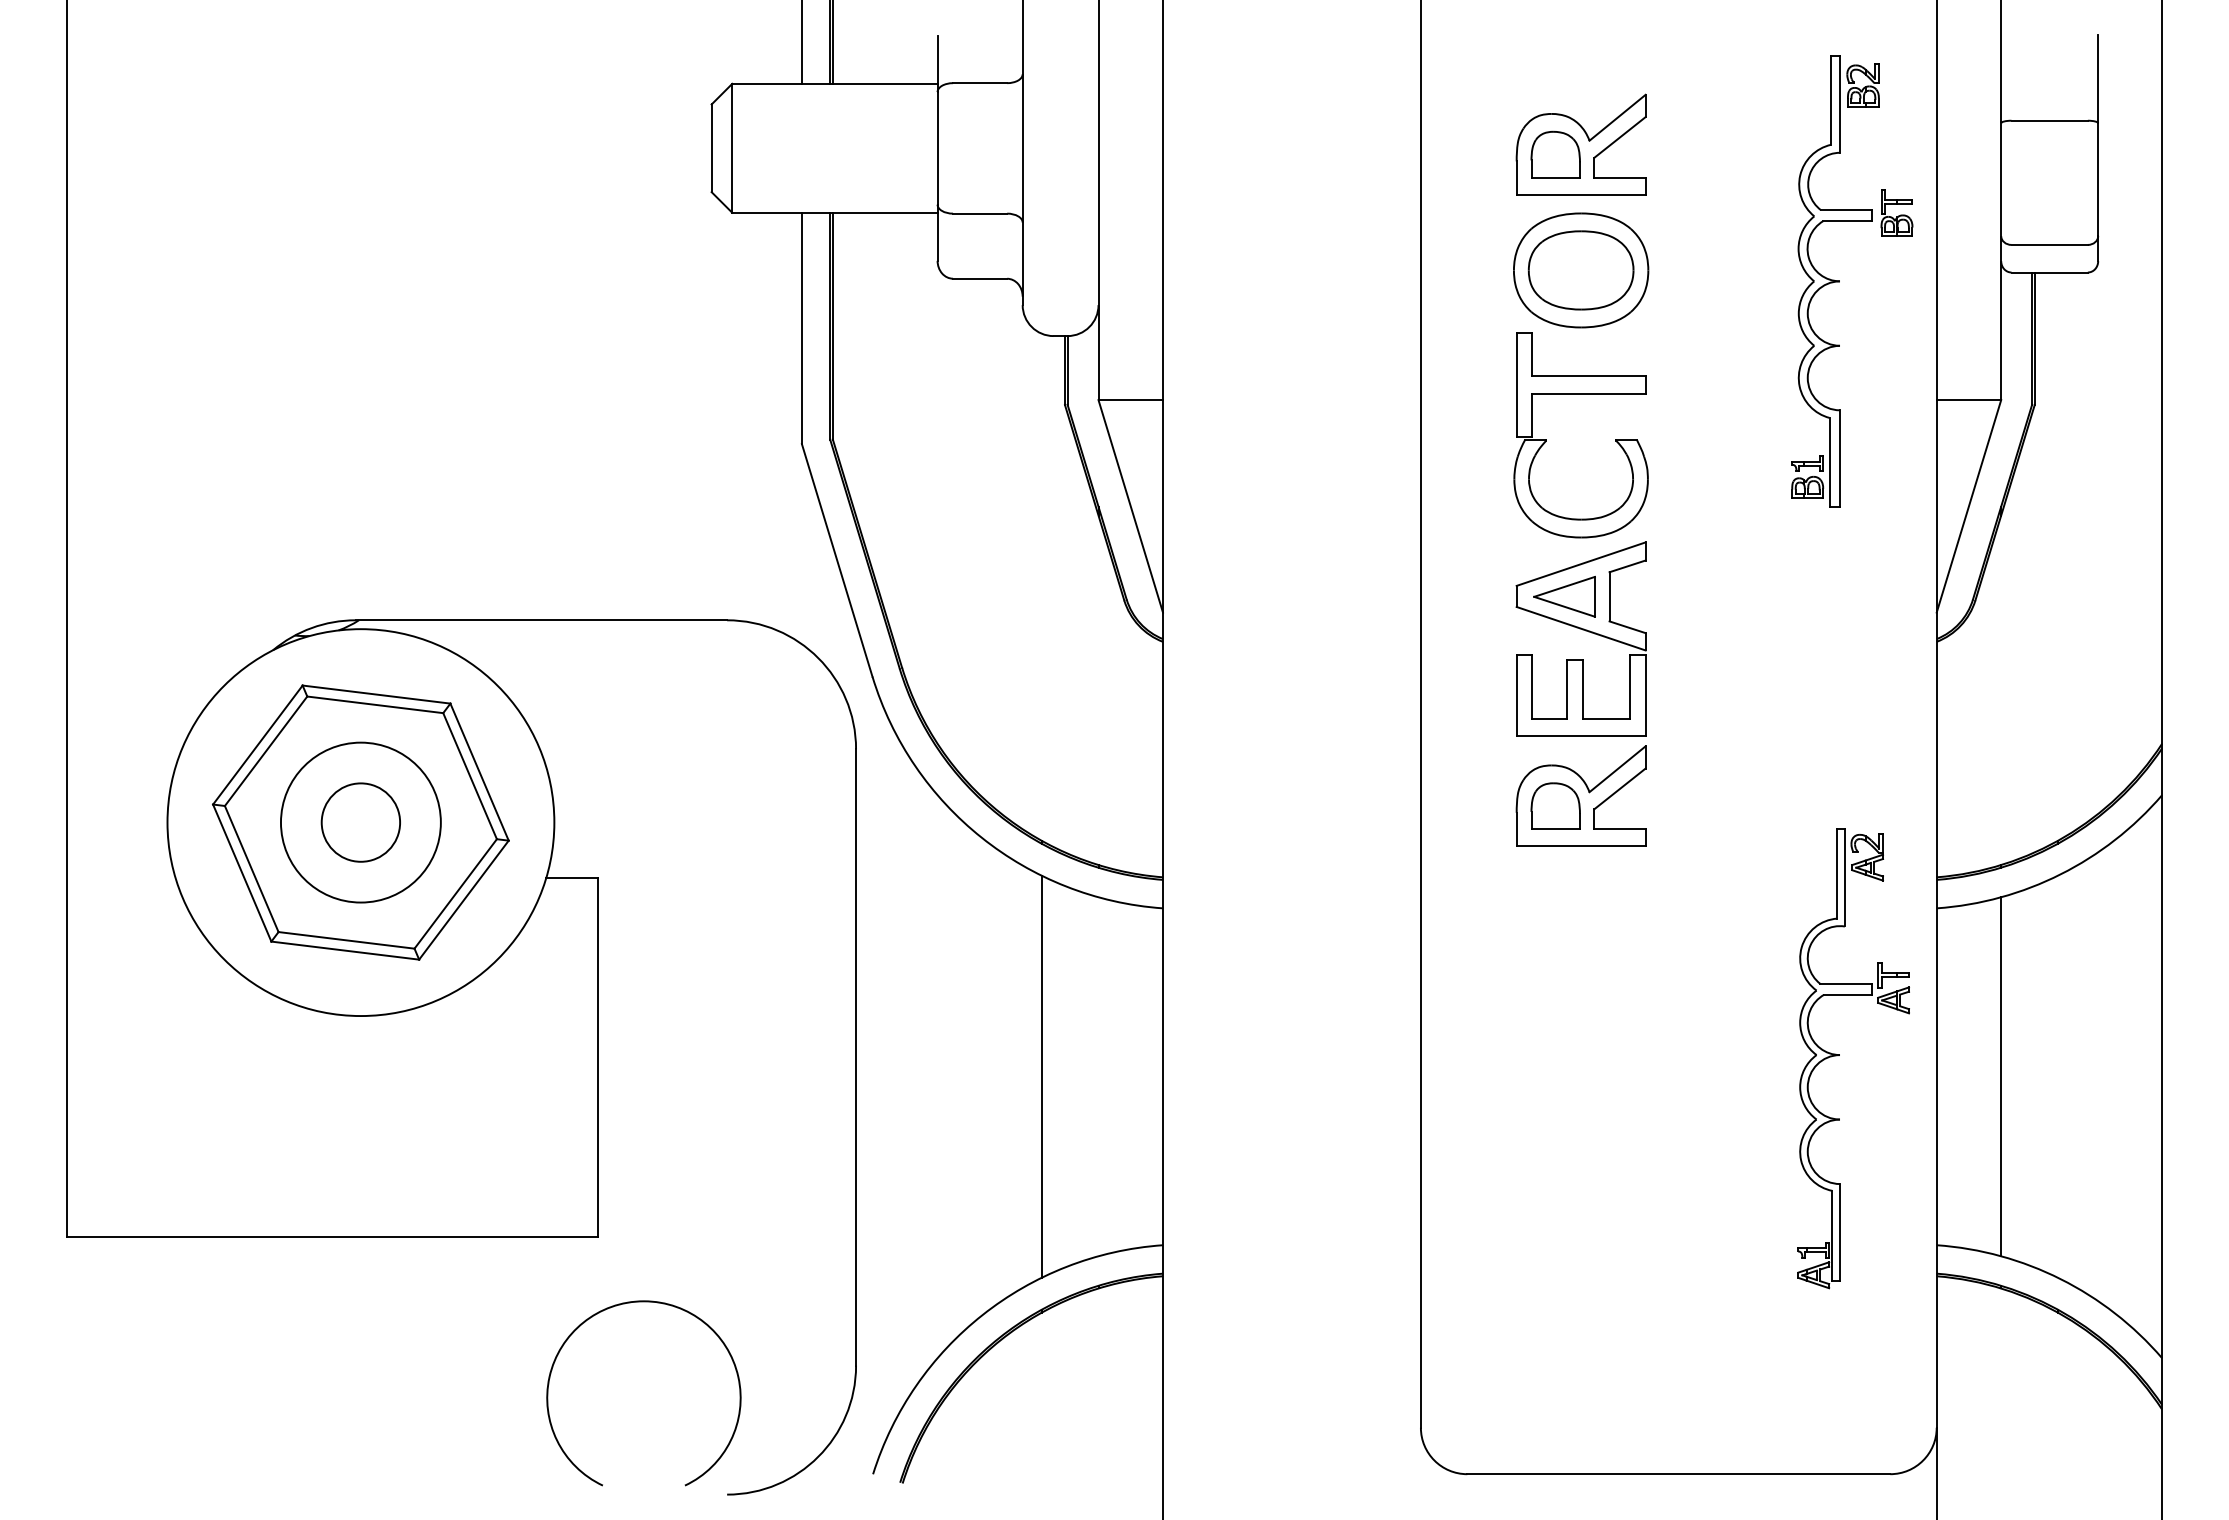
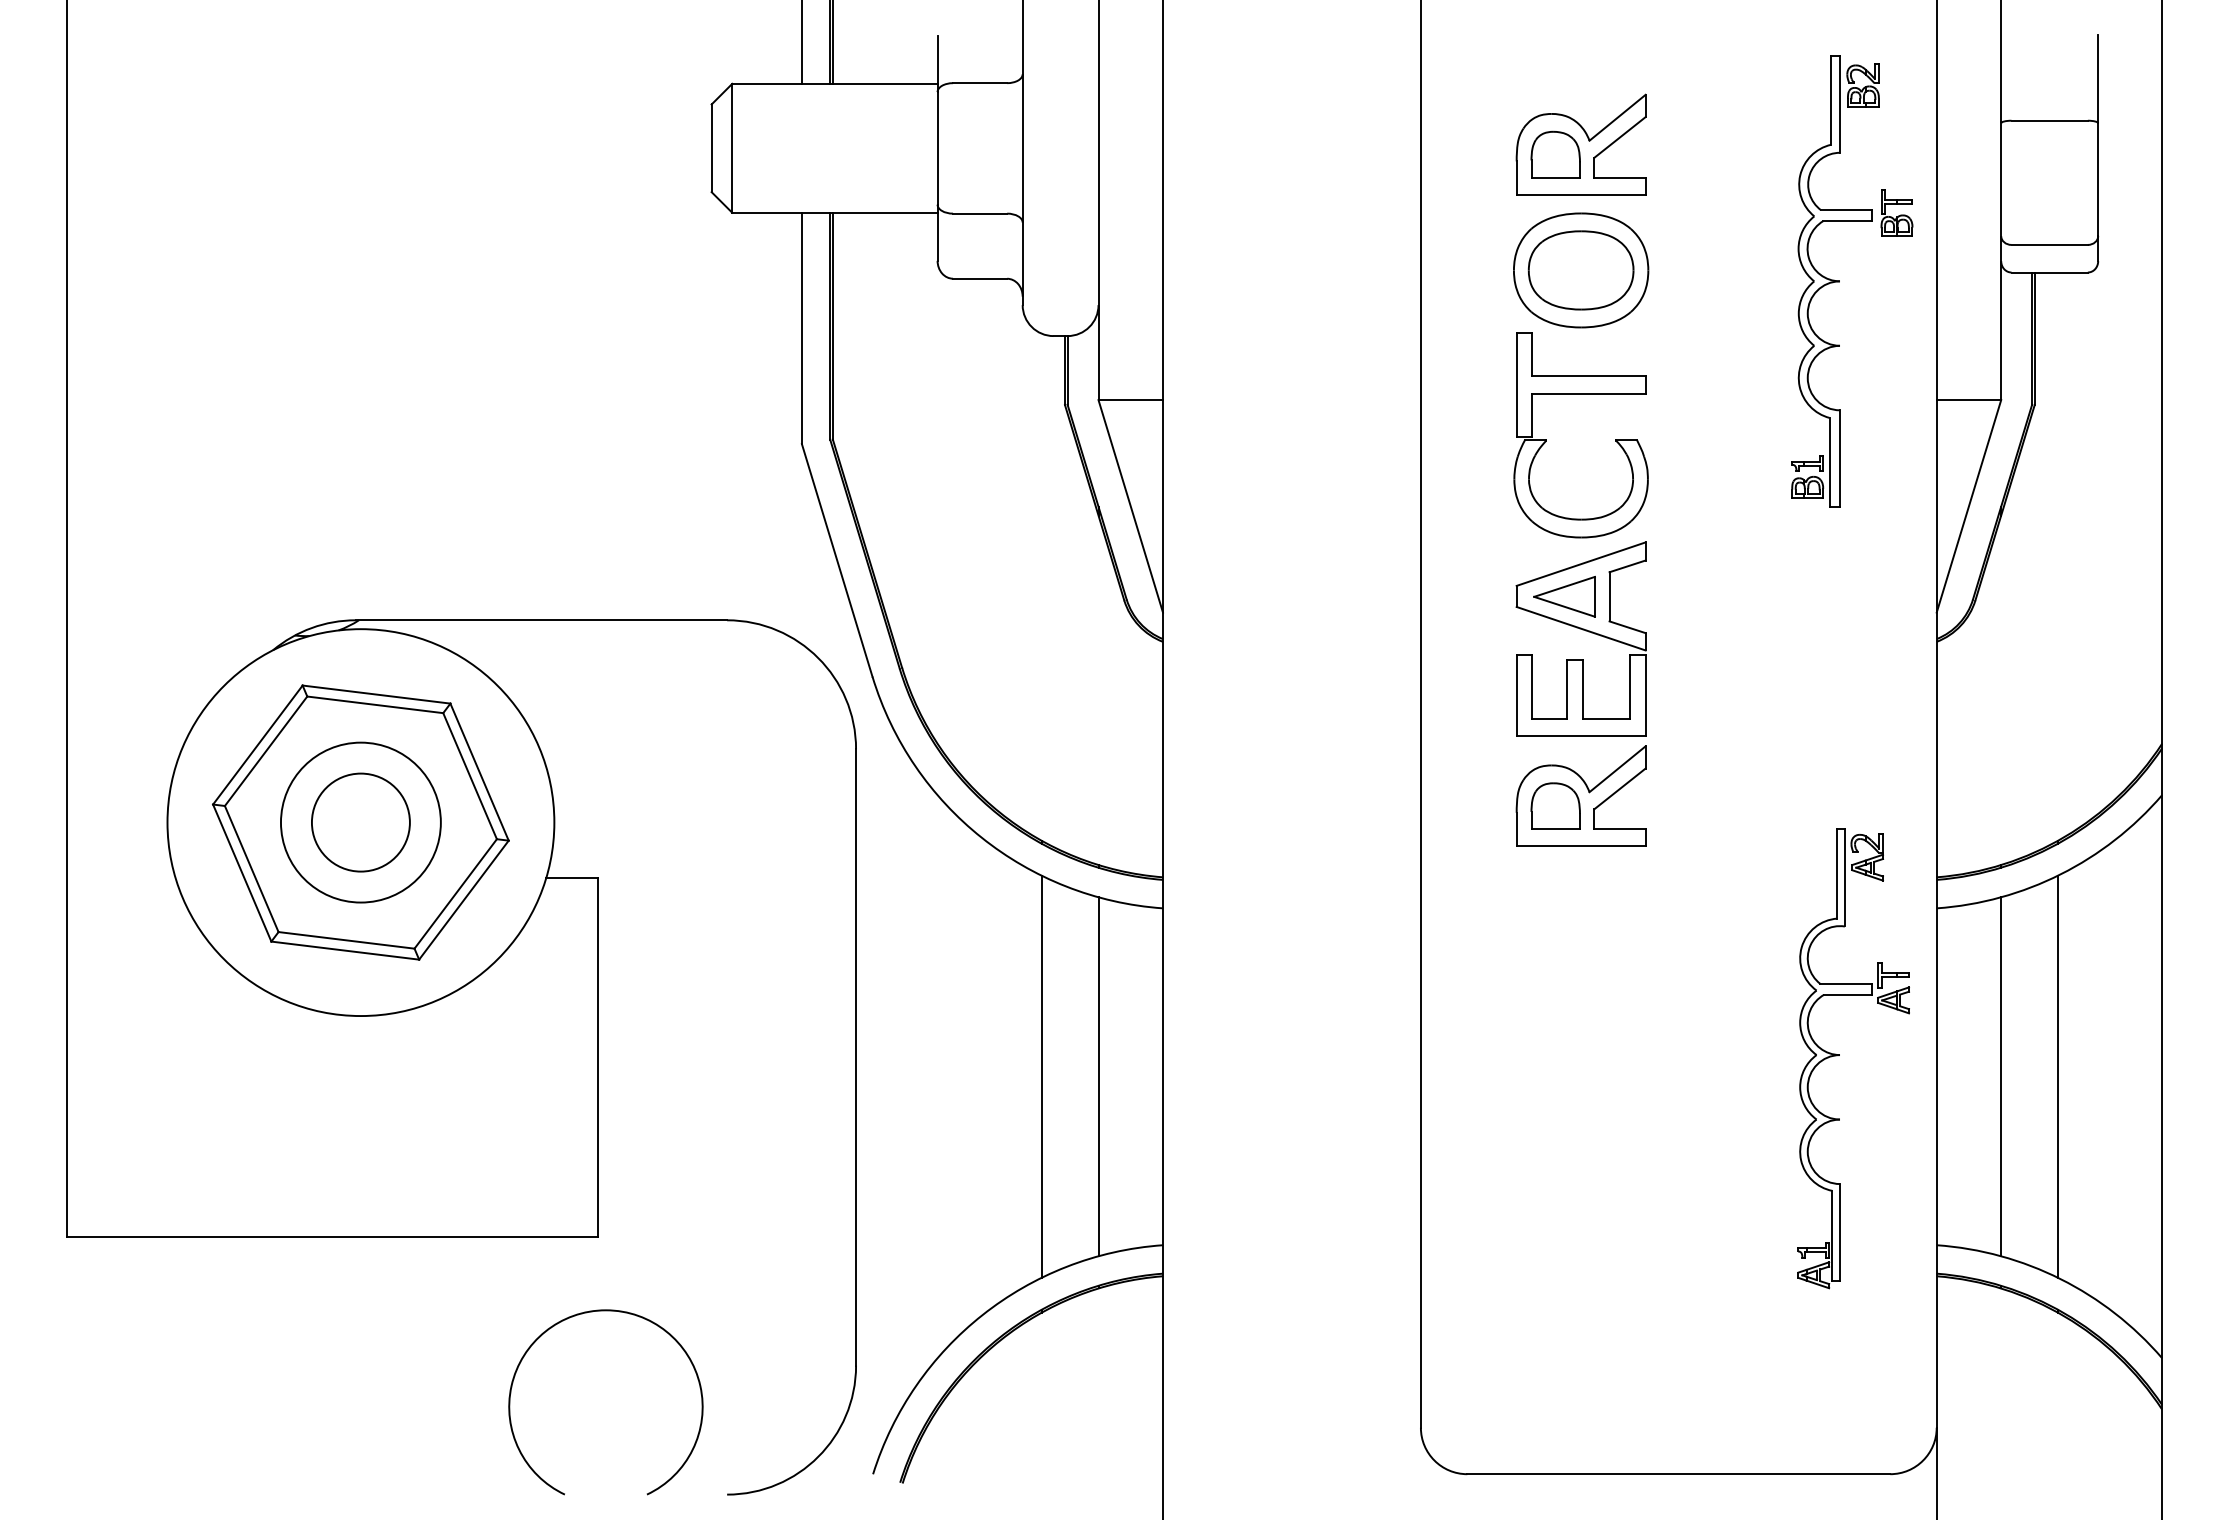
circle at (360, 822) diameter: 78 px -> 98 px
line at (1098, 1076): none -> present
line at (2057, 1076): none -> present
arc at (630, 1303) position: (630, 1303) -> (592, 1312)
